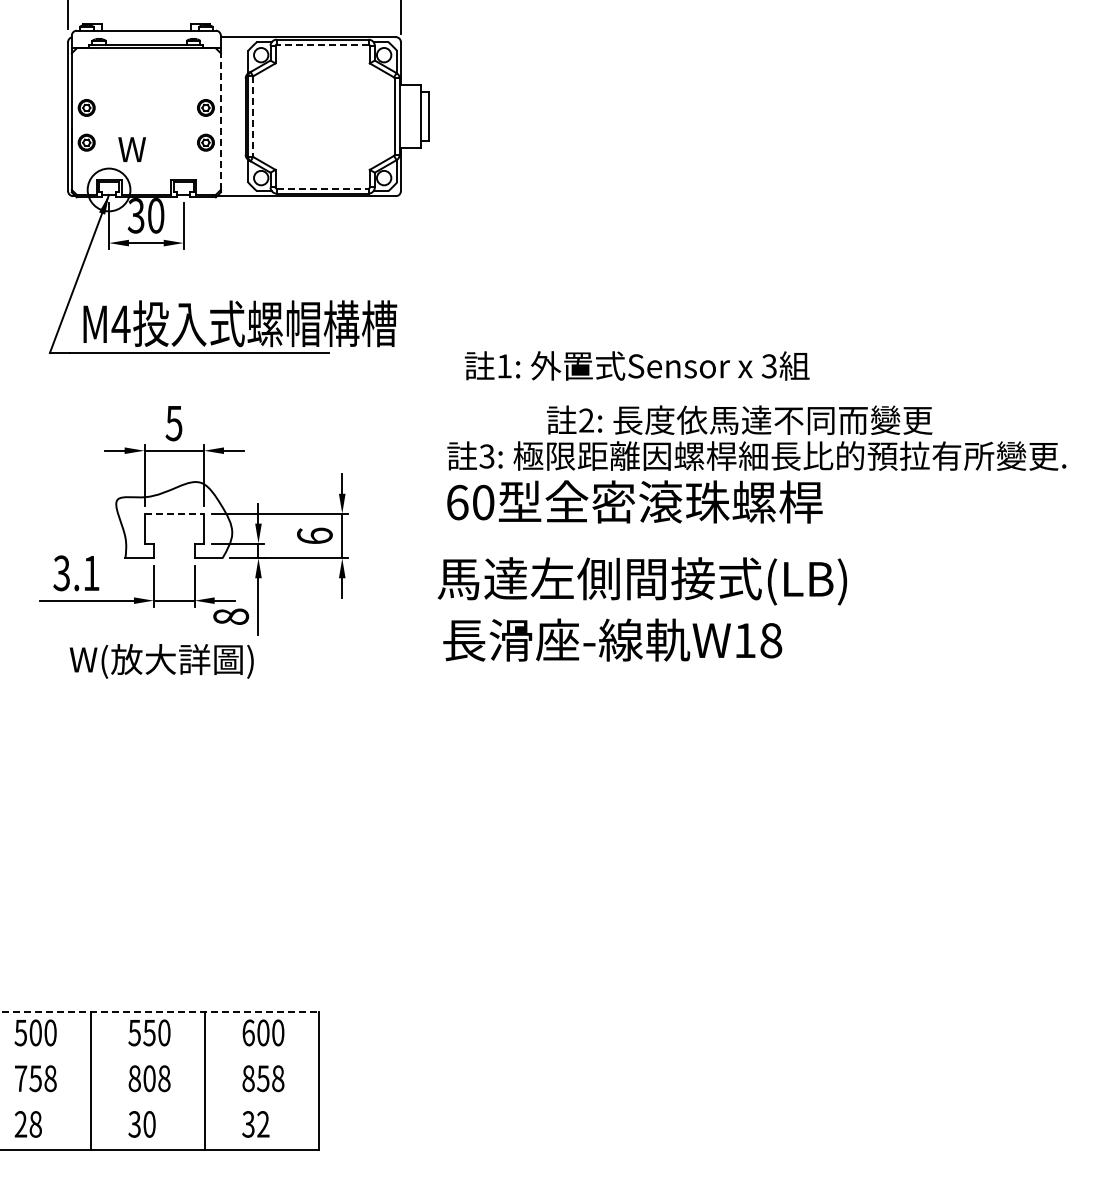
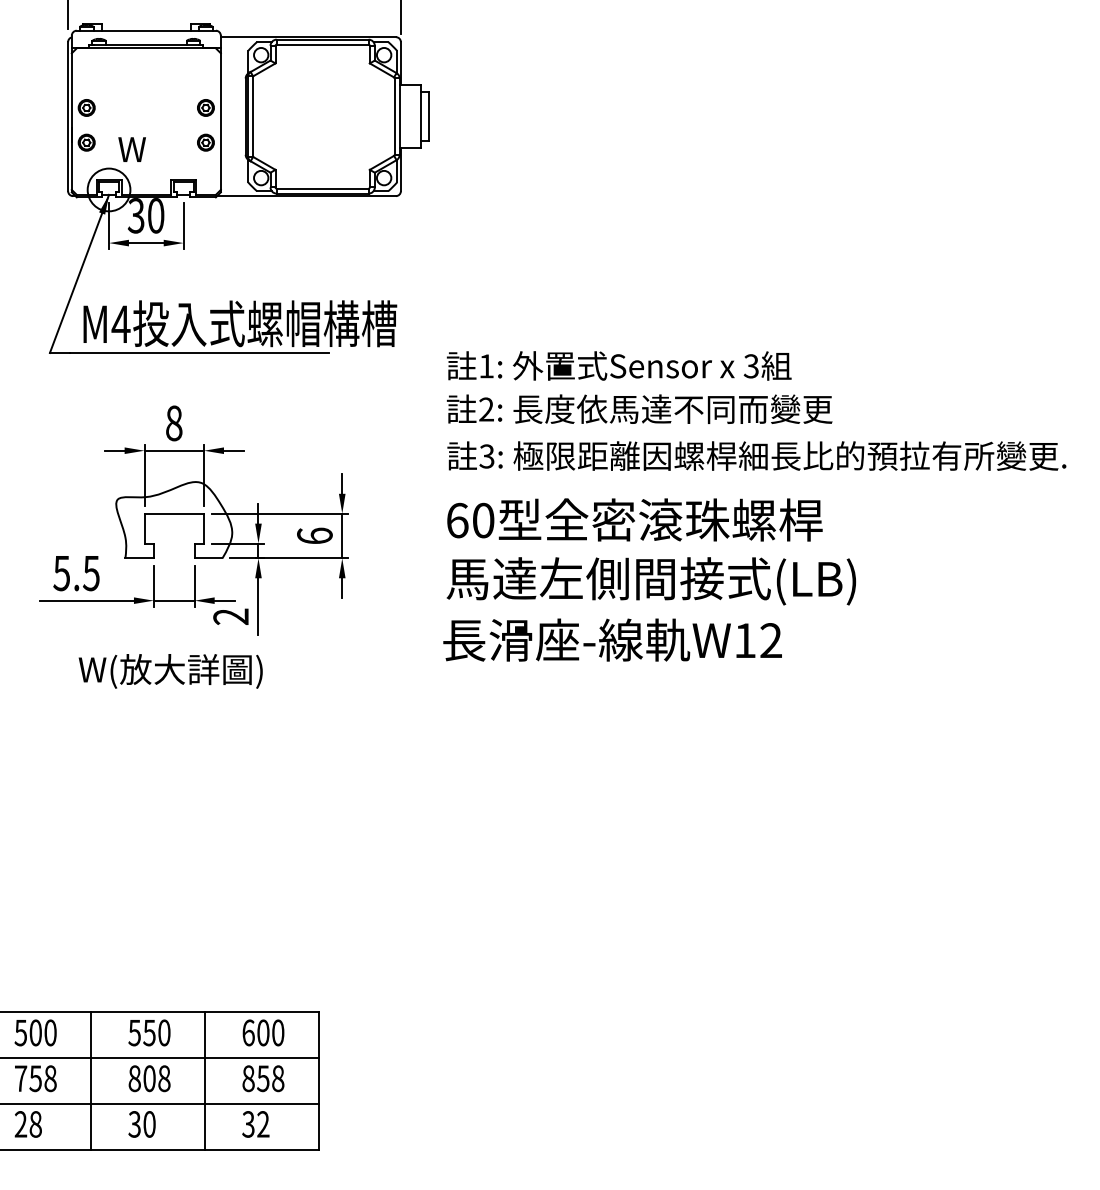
line at (322, 44): dashed -> solid
line at (253, 117): dashed -> solid
line at (220, 121): dashed -> solid
line at (322, 188): dashed -> solid
text at (636, 365) position: (636, 365) -> (618, 365)
text at (739, 419) position: (739, 419) -> (639, 408)
text at (173, 423): 5 -> 8
text at (634, 501) position: (634, 501) -> (634, 519)
line at (174, 513): dashed -> solid
text at (76, 573): 3.1 -> 5.5
text at (641, 581) position: (641, 581) -> (650, 581)
text at (231, 616): 8 -> 2
text at (771, 640): W18 -> W12
text at (161, 661) position: (161, 661) -> (170, 671)
line at (160, 1012): dashed -> solid
line at (160, 1058): none -> present
line at (160, 1103): none -> present
